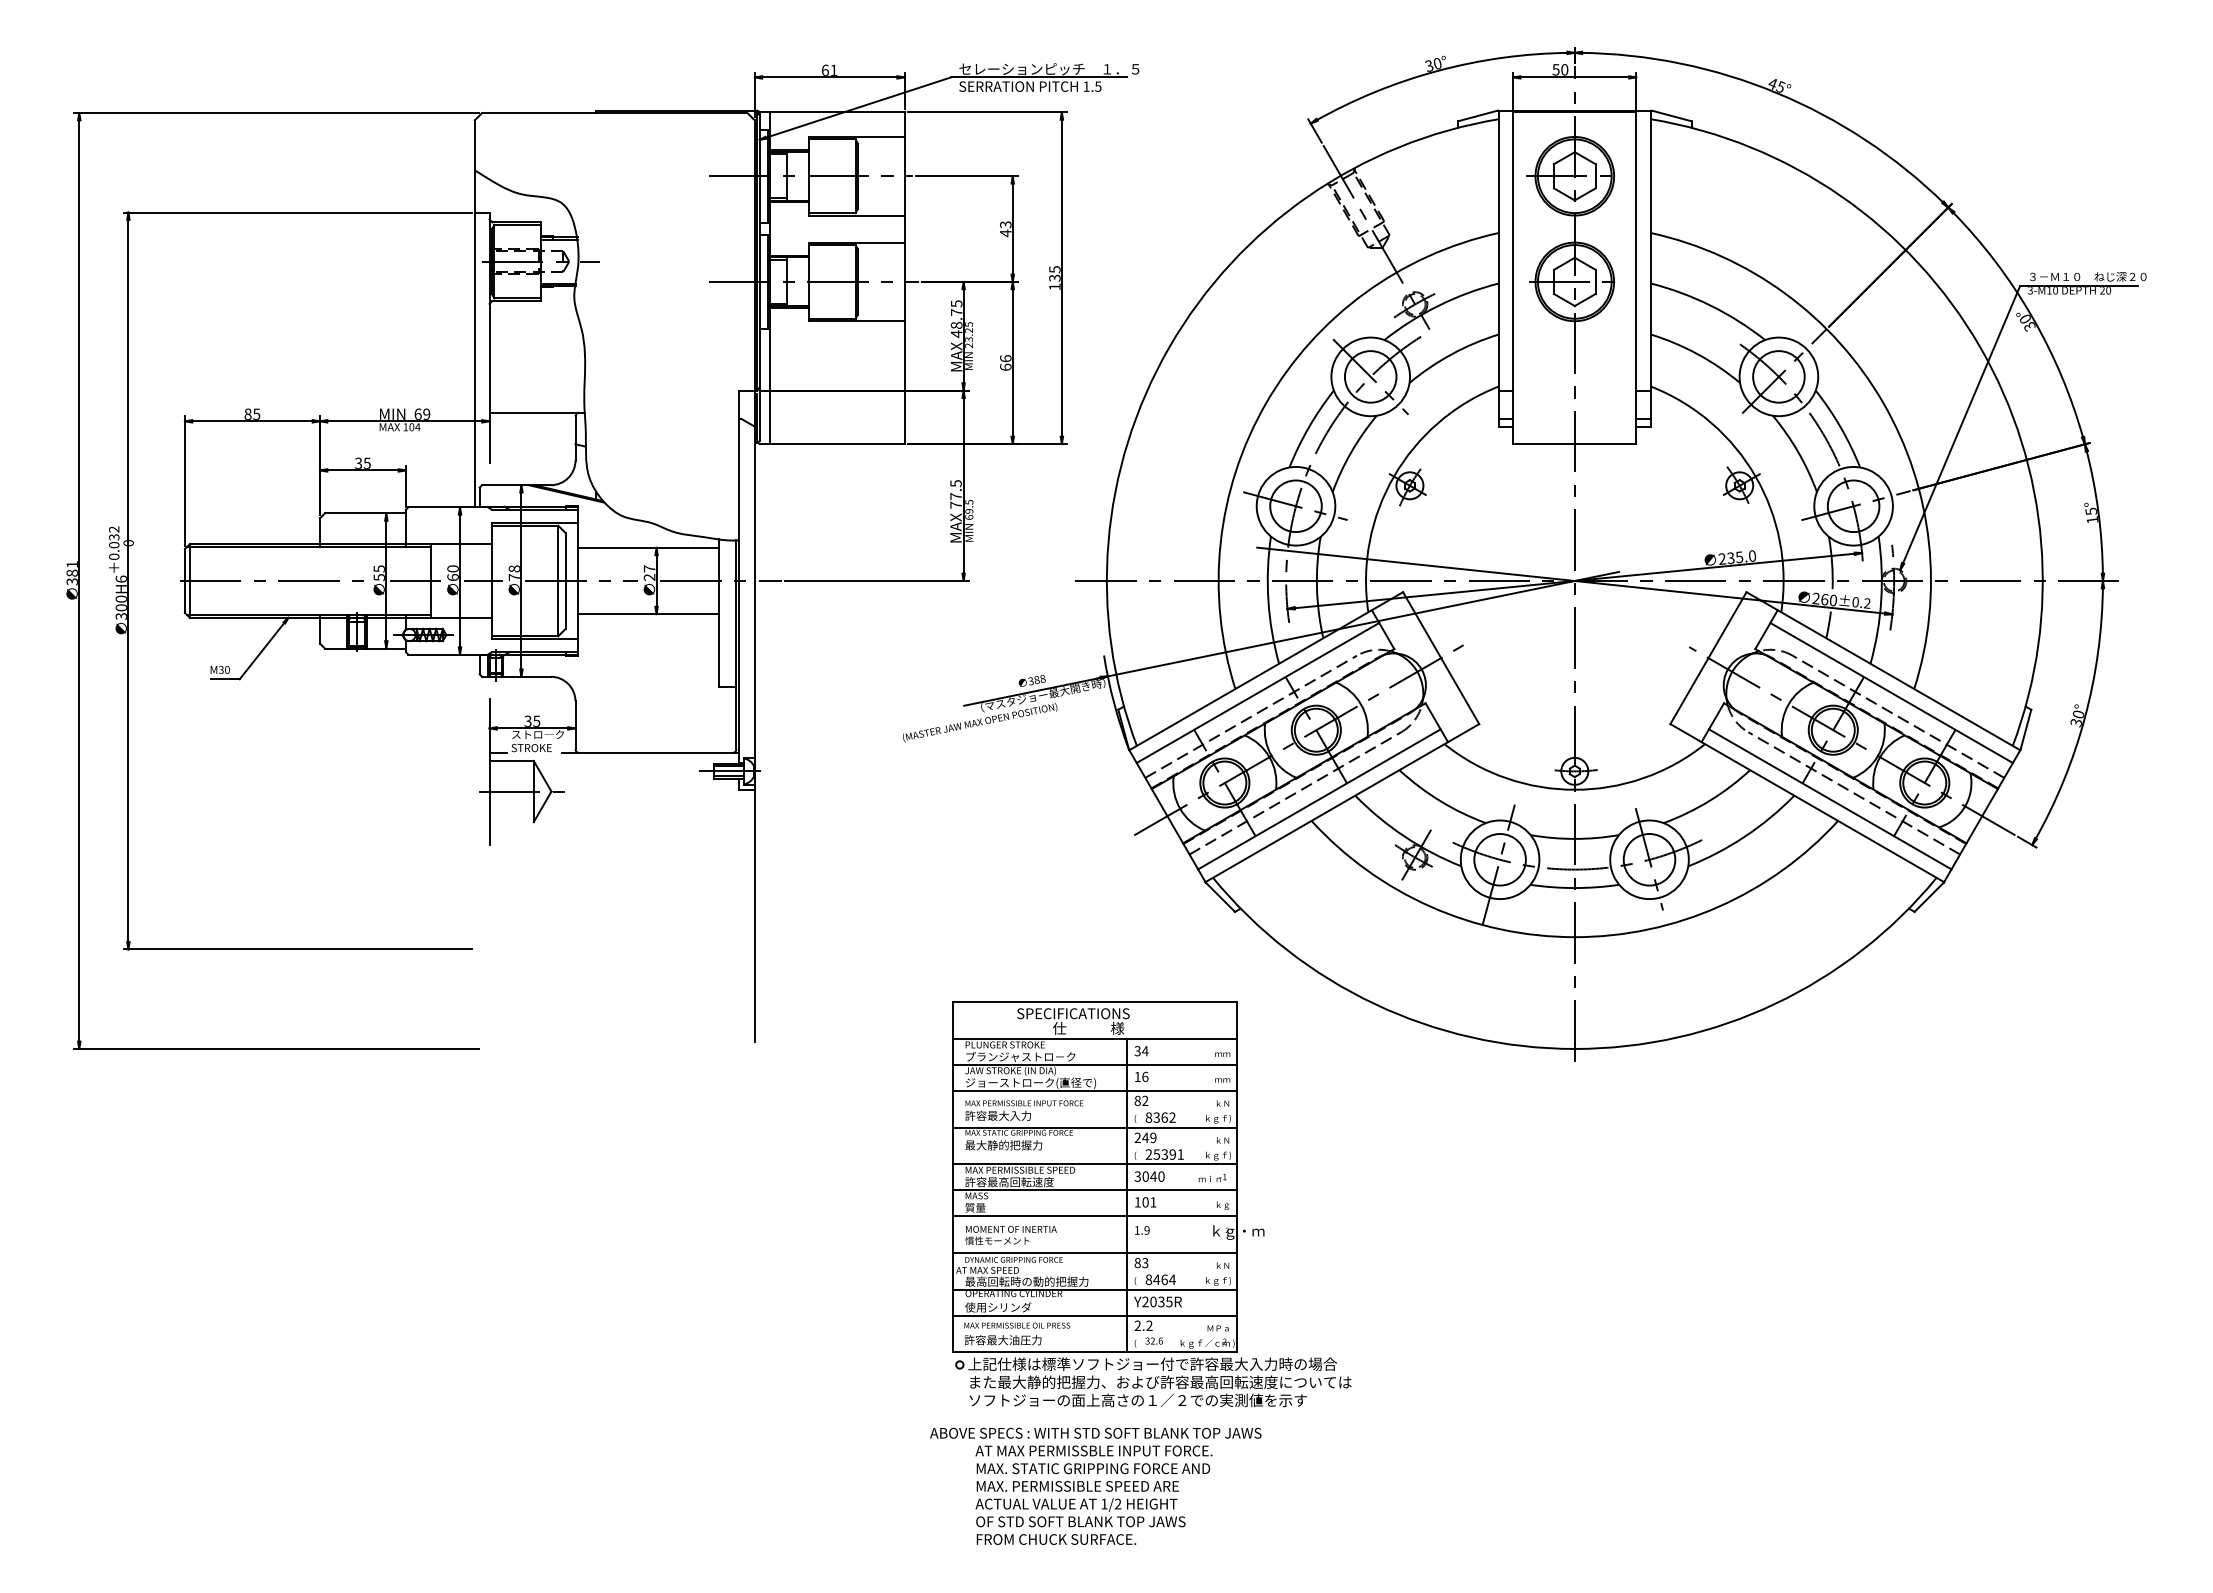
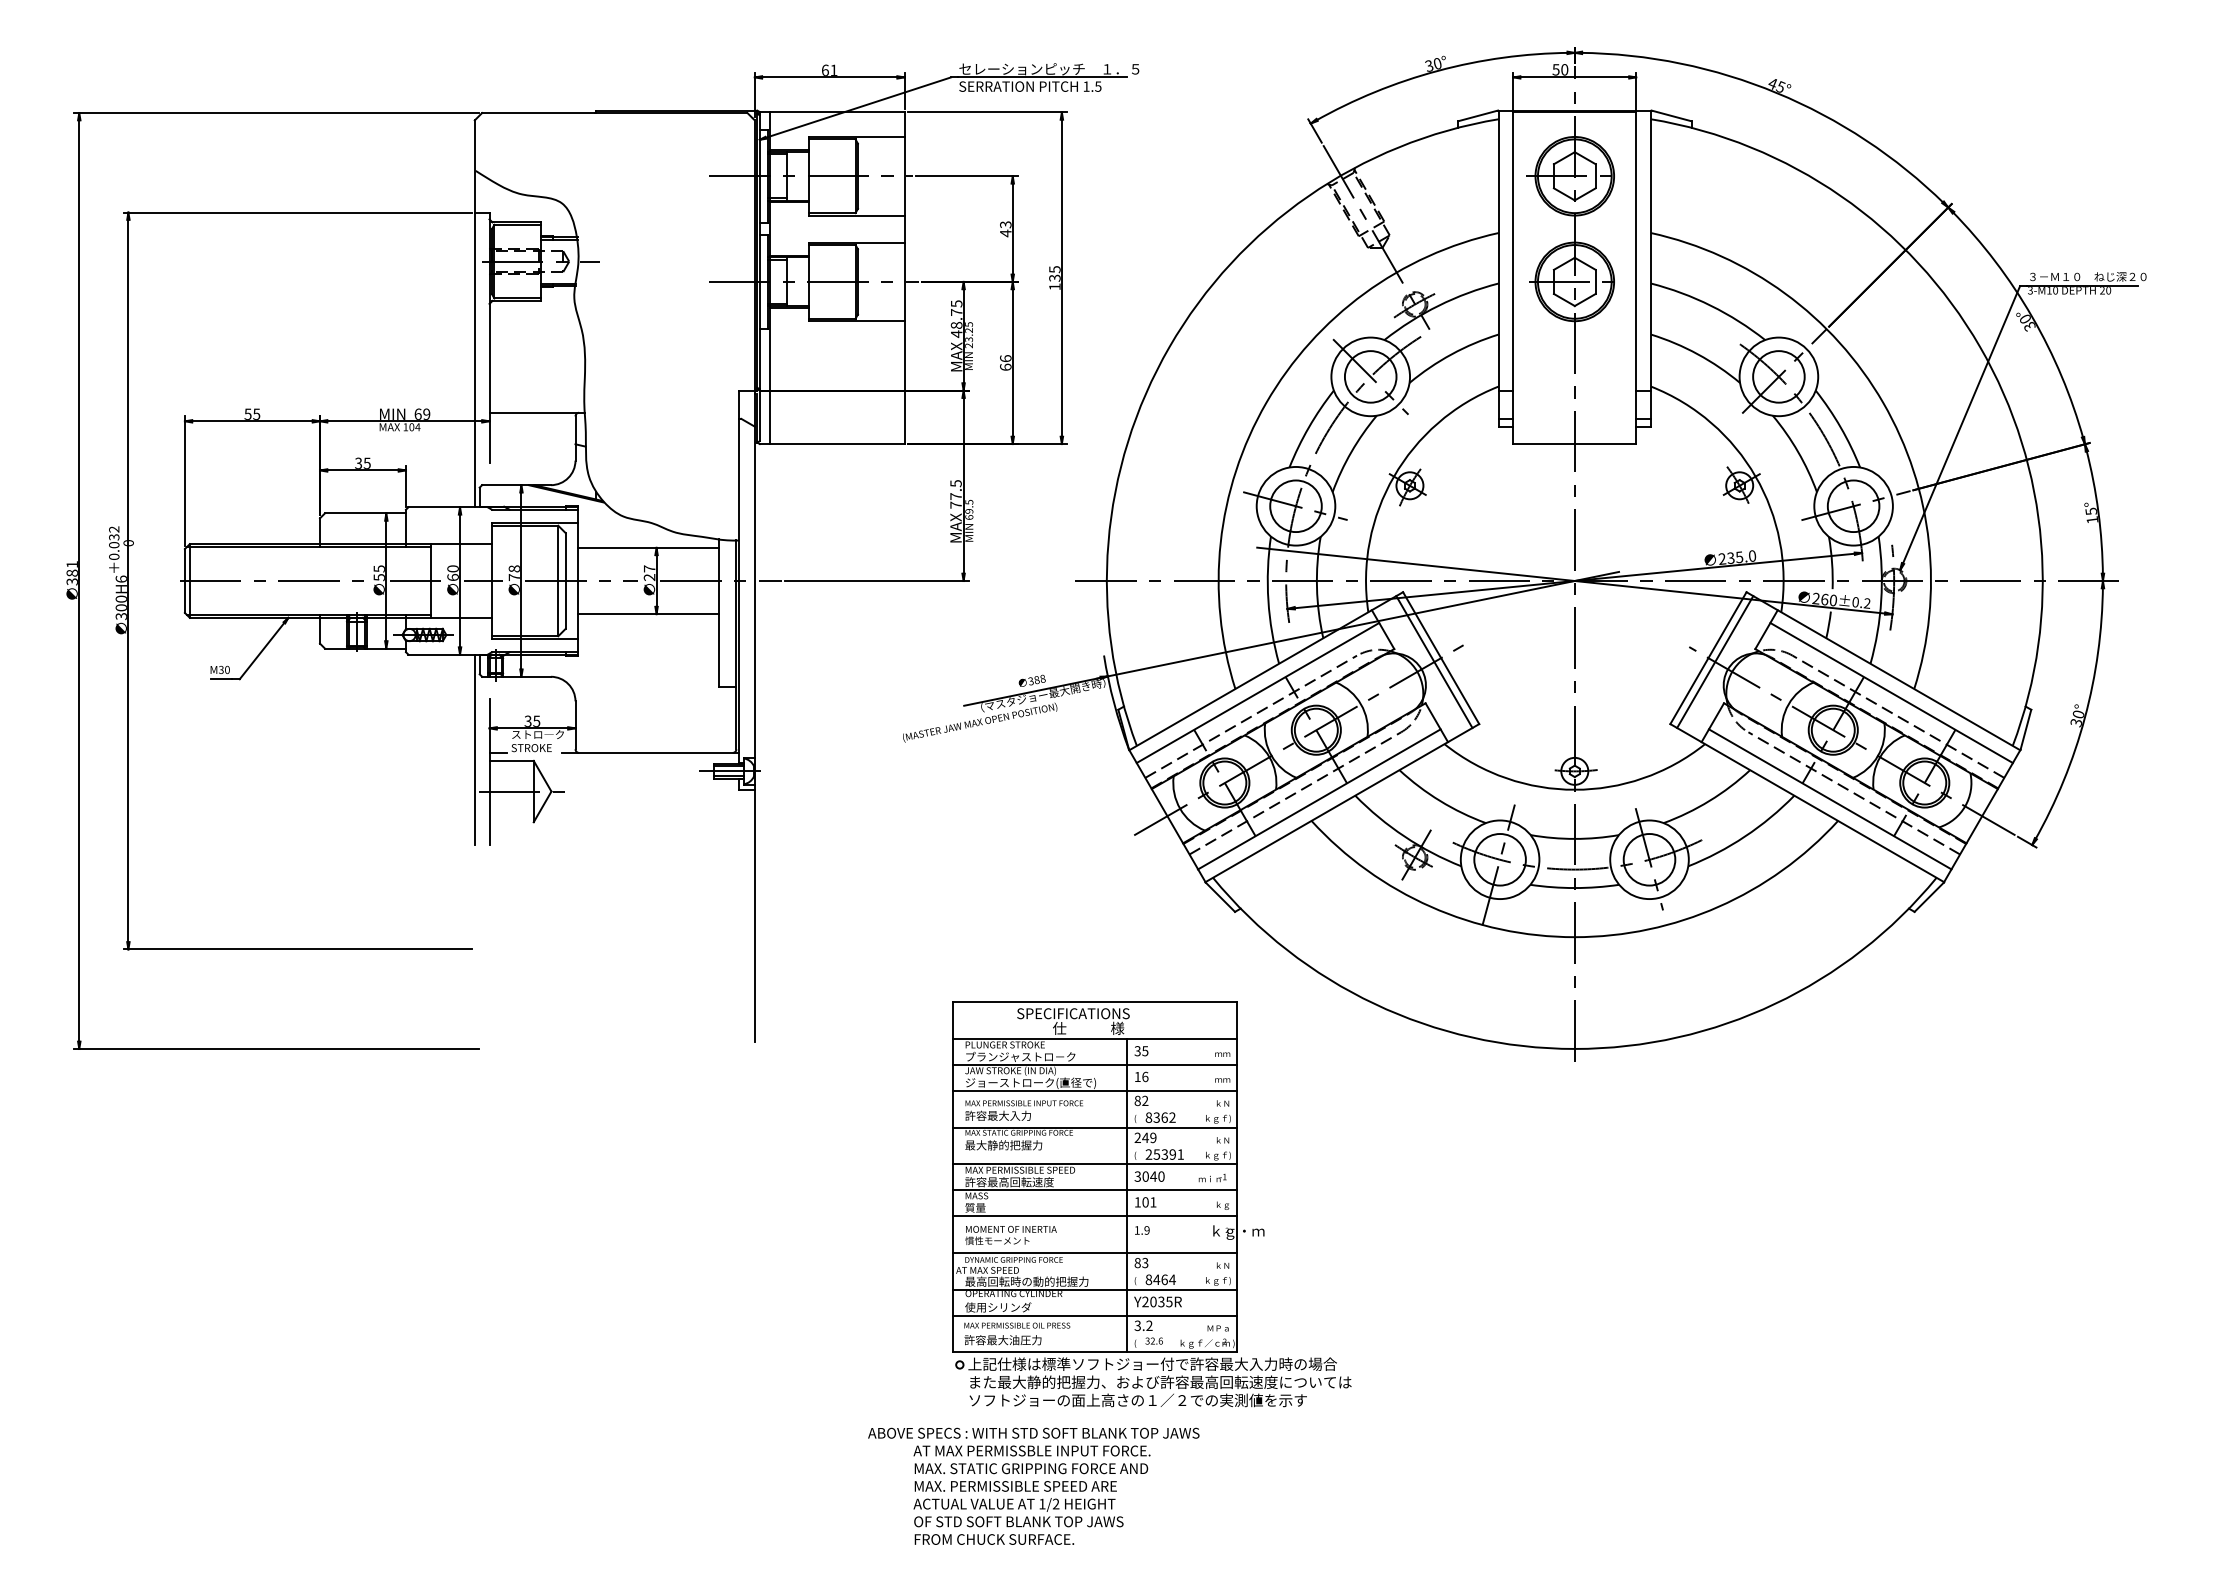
text at (247, 413): 85 -> 55
line at (1434, 662): none -> present
line at (1715, 662): none -> present
line at (474, 749): none -> present
text at (1145, 1051): 34 -> 35
text at (1137, 1326): 2.2 -> 3.2
text at (1095, 1485) position: (1095, 1485) -> (1033, 1485)
